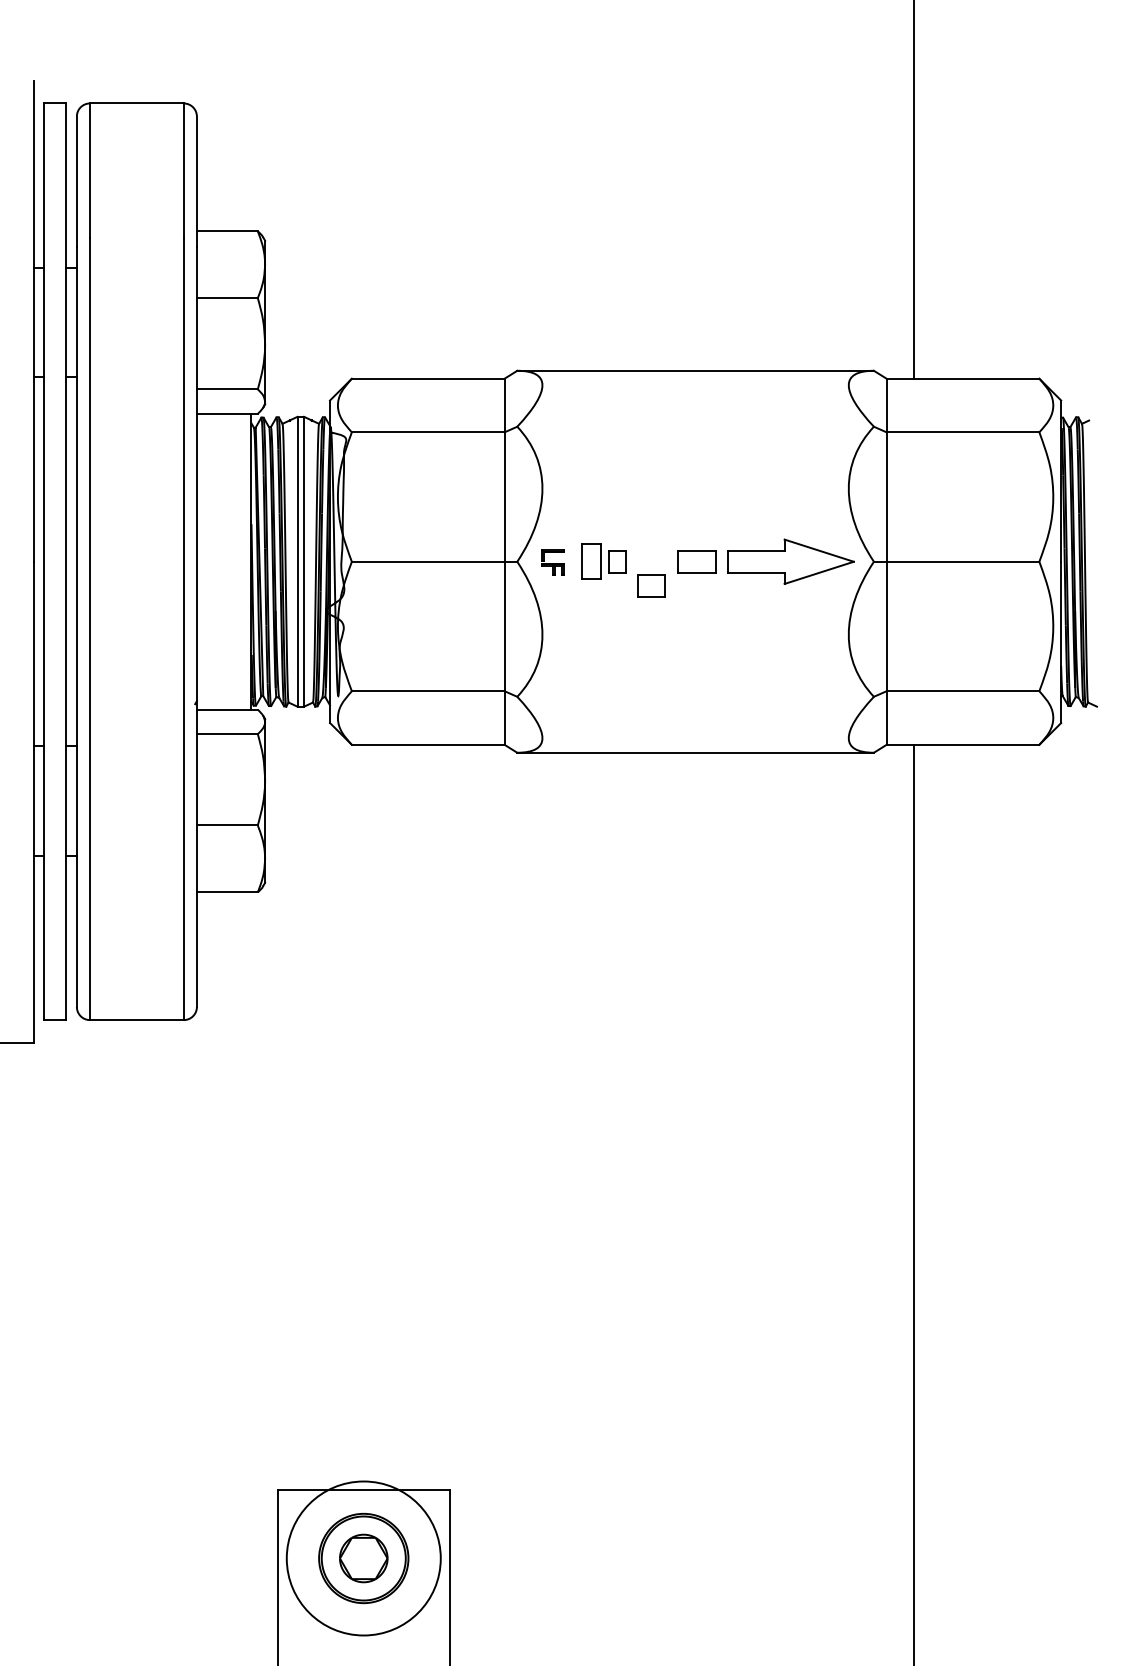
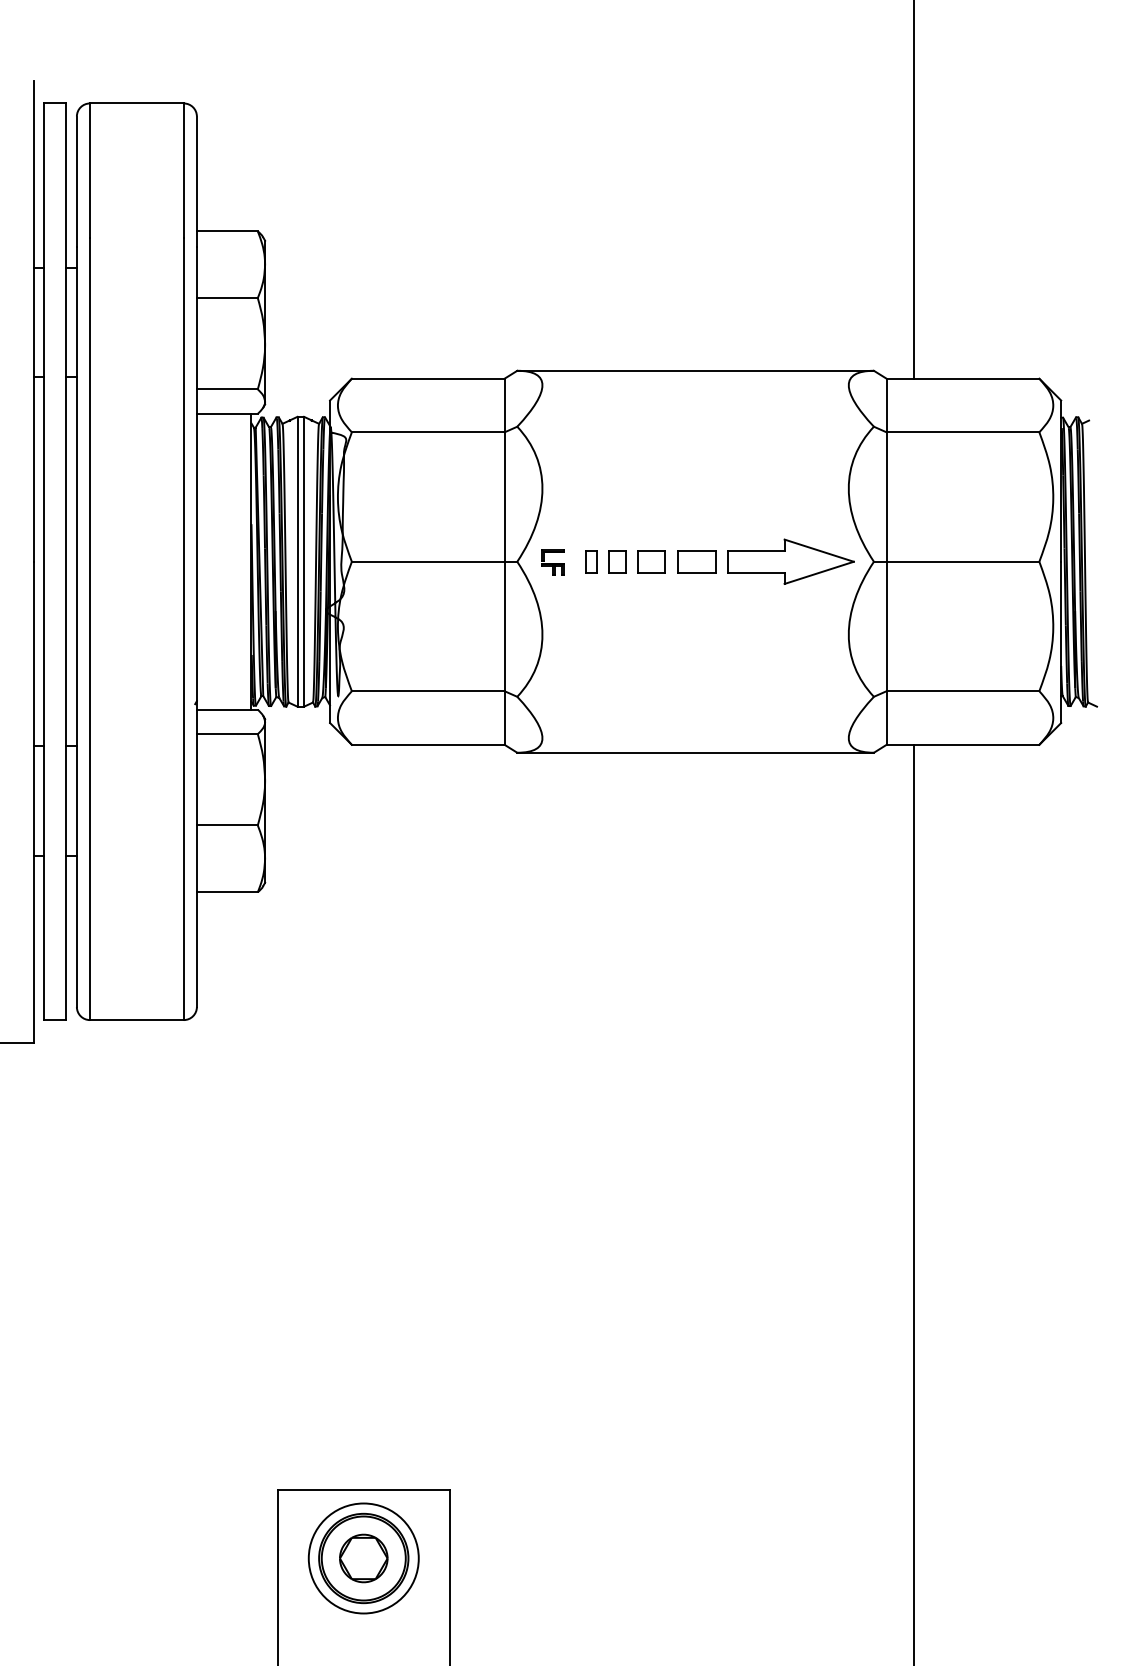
part at (591, 561) size: 21x37 px -> 13x24 px
part at (651, 585) position: (651, 585) -> (651, 561)
circle at (363, 1558) diameter: 154 px -> 110 px
